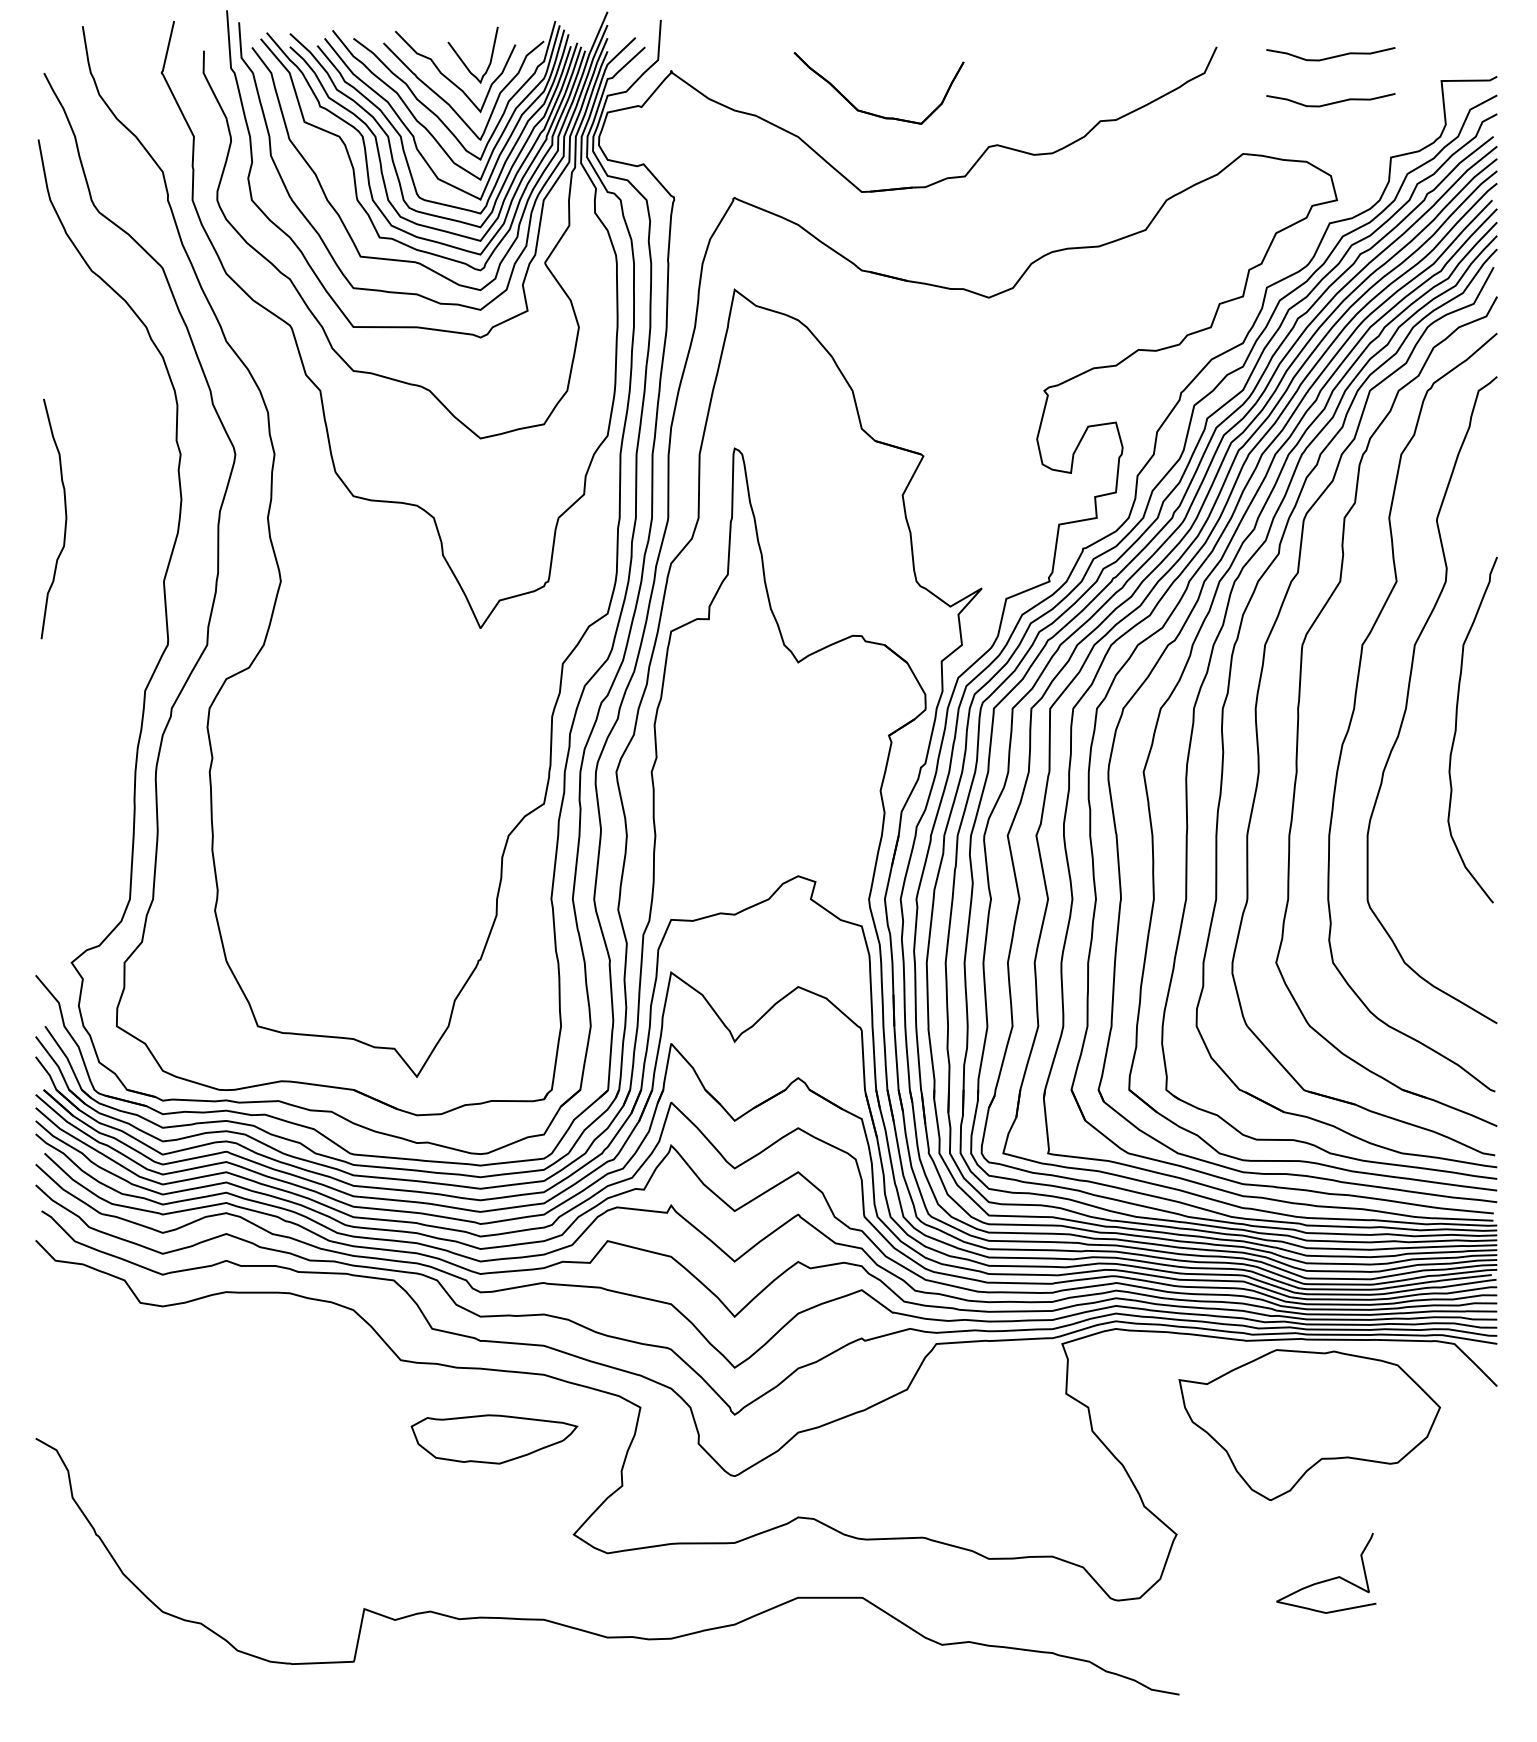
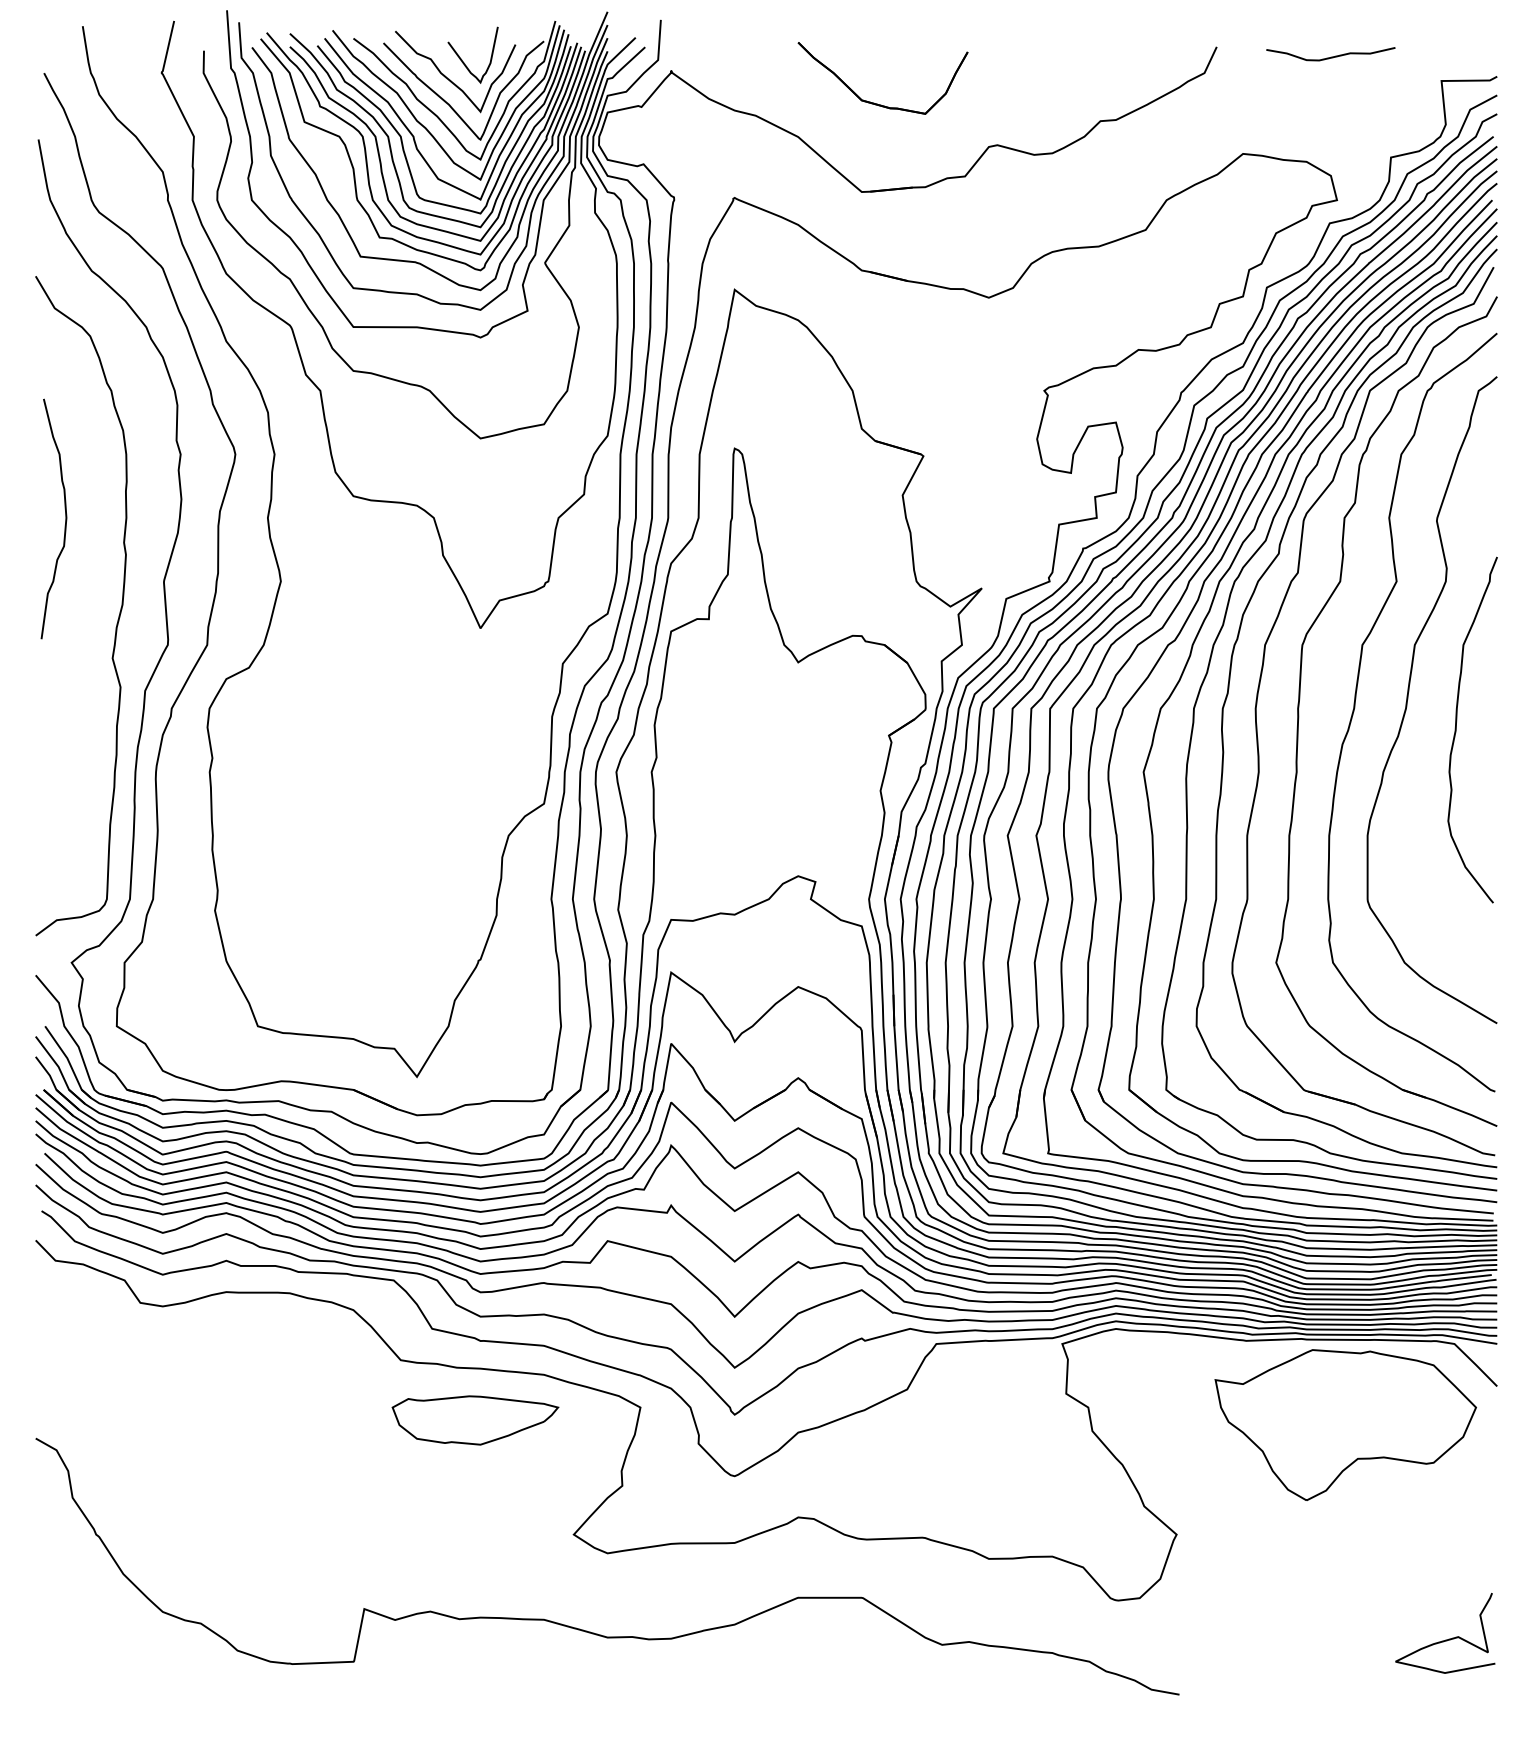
curve at (1331, 102): present -> none
part at (870, 112) position: (870, 112) -> (874, 102)
curve at (118, 615): none -> present
part at (1309, 1424) position: (1309, 1424) -> (1345, 1424)
part at (494, 1439) position: (494, 1439) -> (475, 1420)
curve at (1326, 1579) position: (1326, 1579) -> (1445, 1639)
